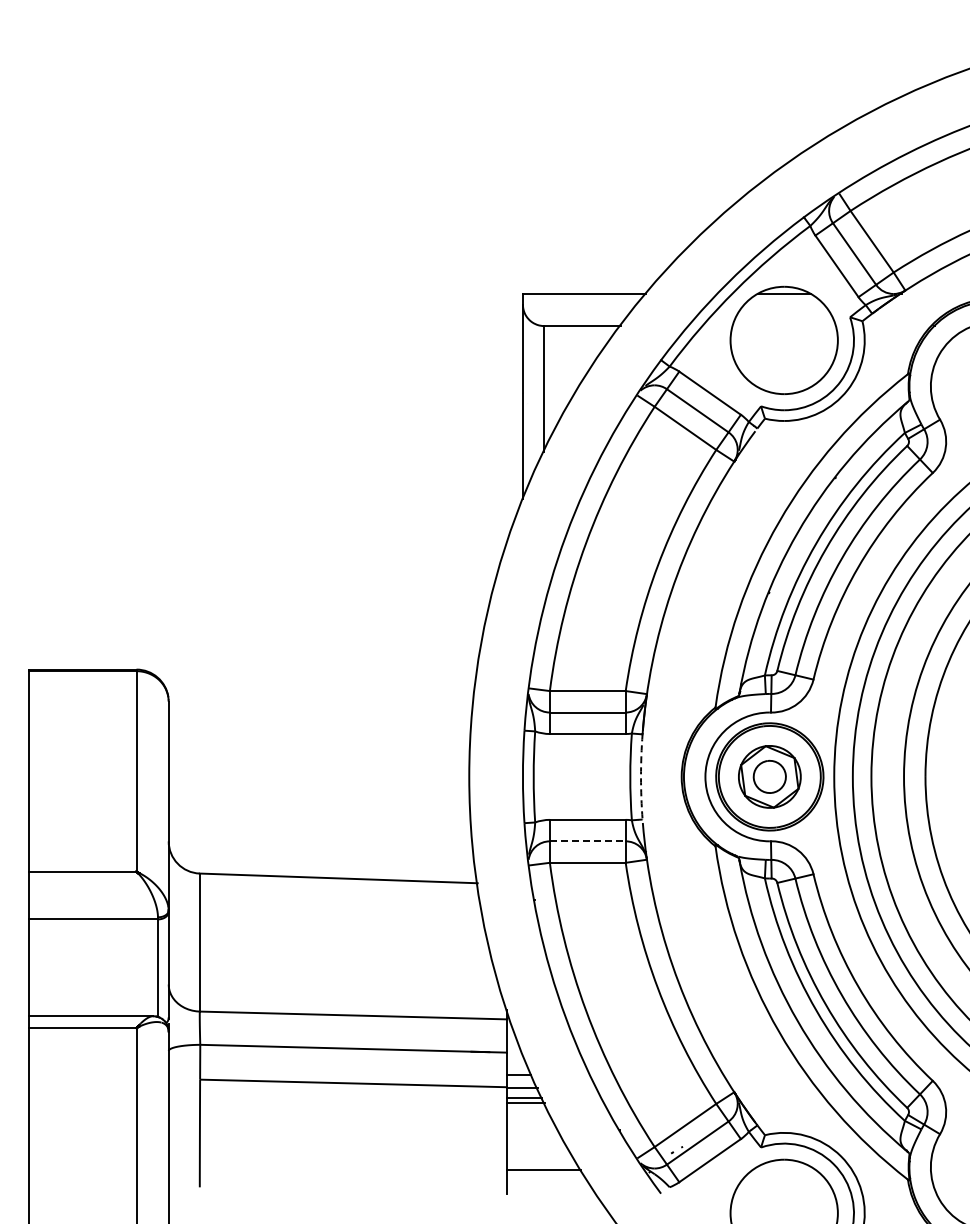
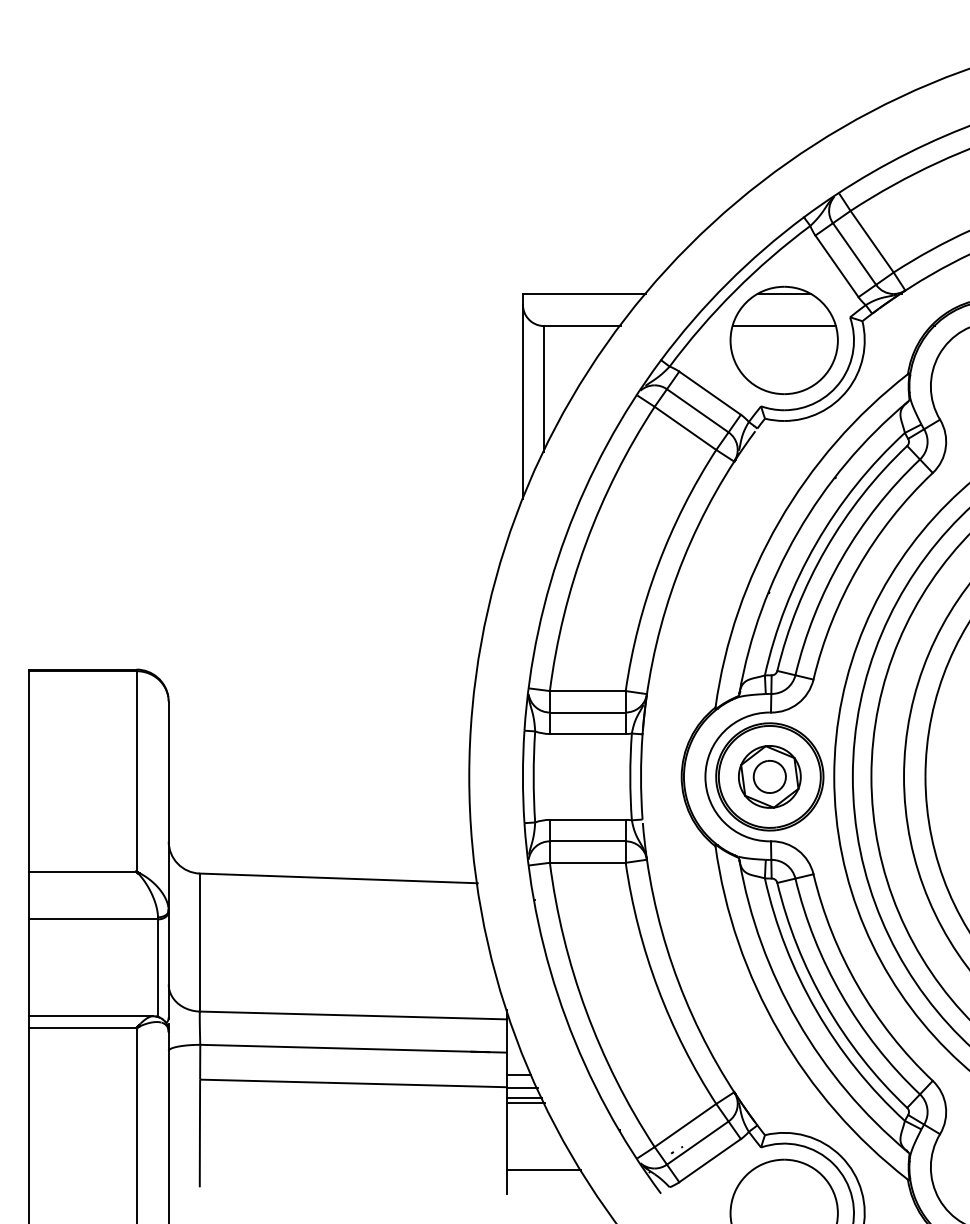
line at (783, 326): none -> present
arc at (641, 776): dashed -> solid
line at (587, 841): dashed -> solid
